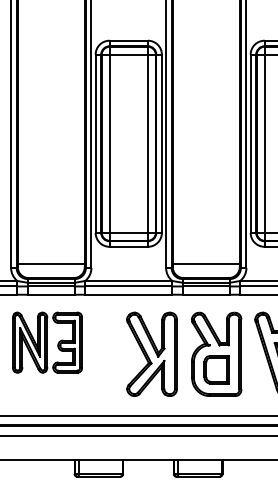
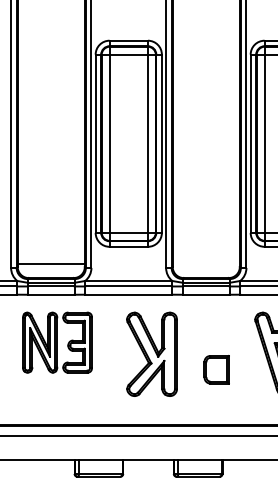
line at (205, 264): present -> none
part at (47, 342) position: (47, 342) -> (57, 342)
part at (216, 353): present -> none
line at (138, 416): present -> none
